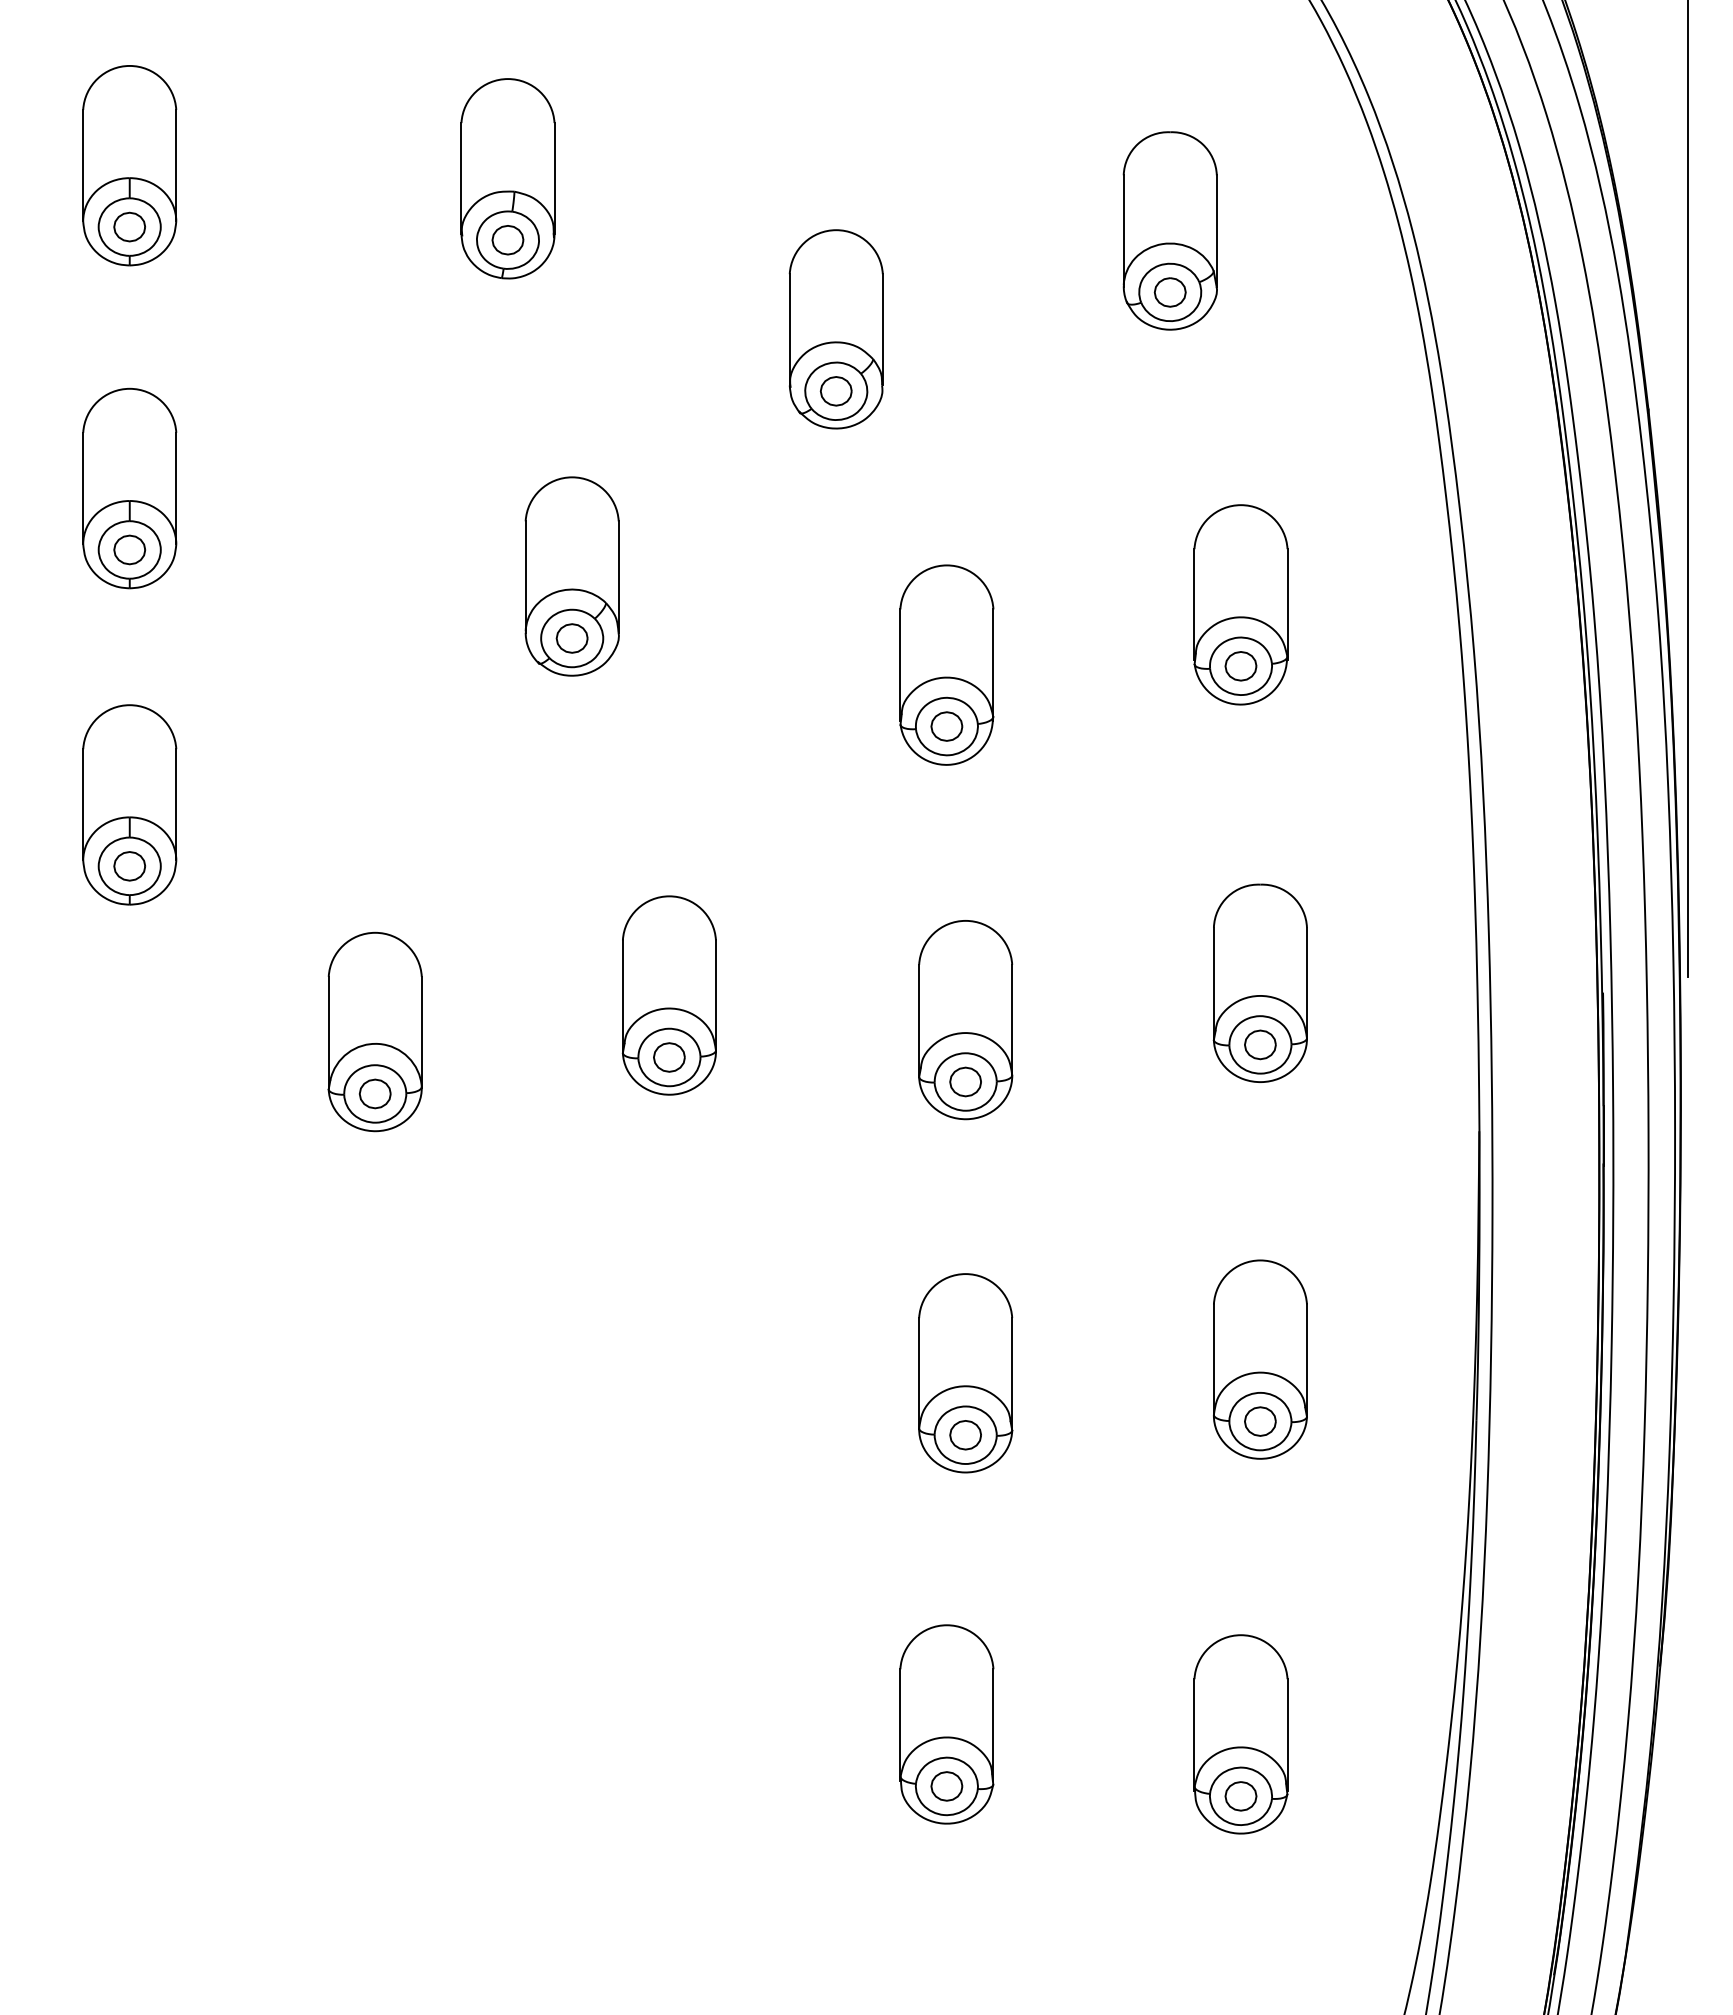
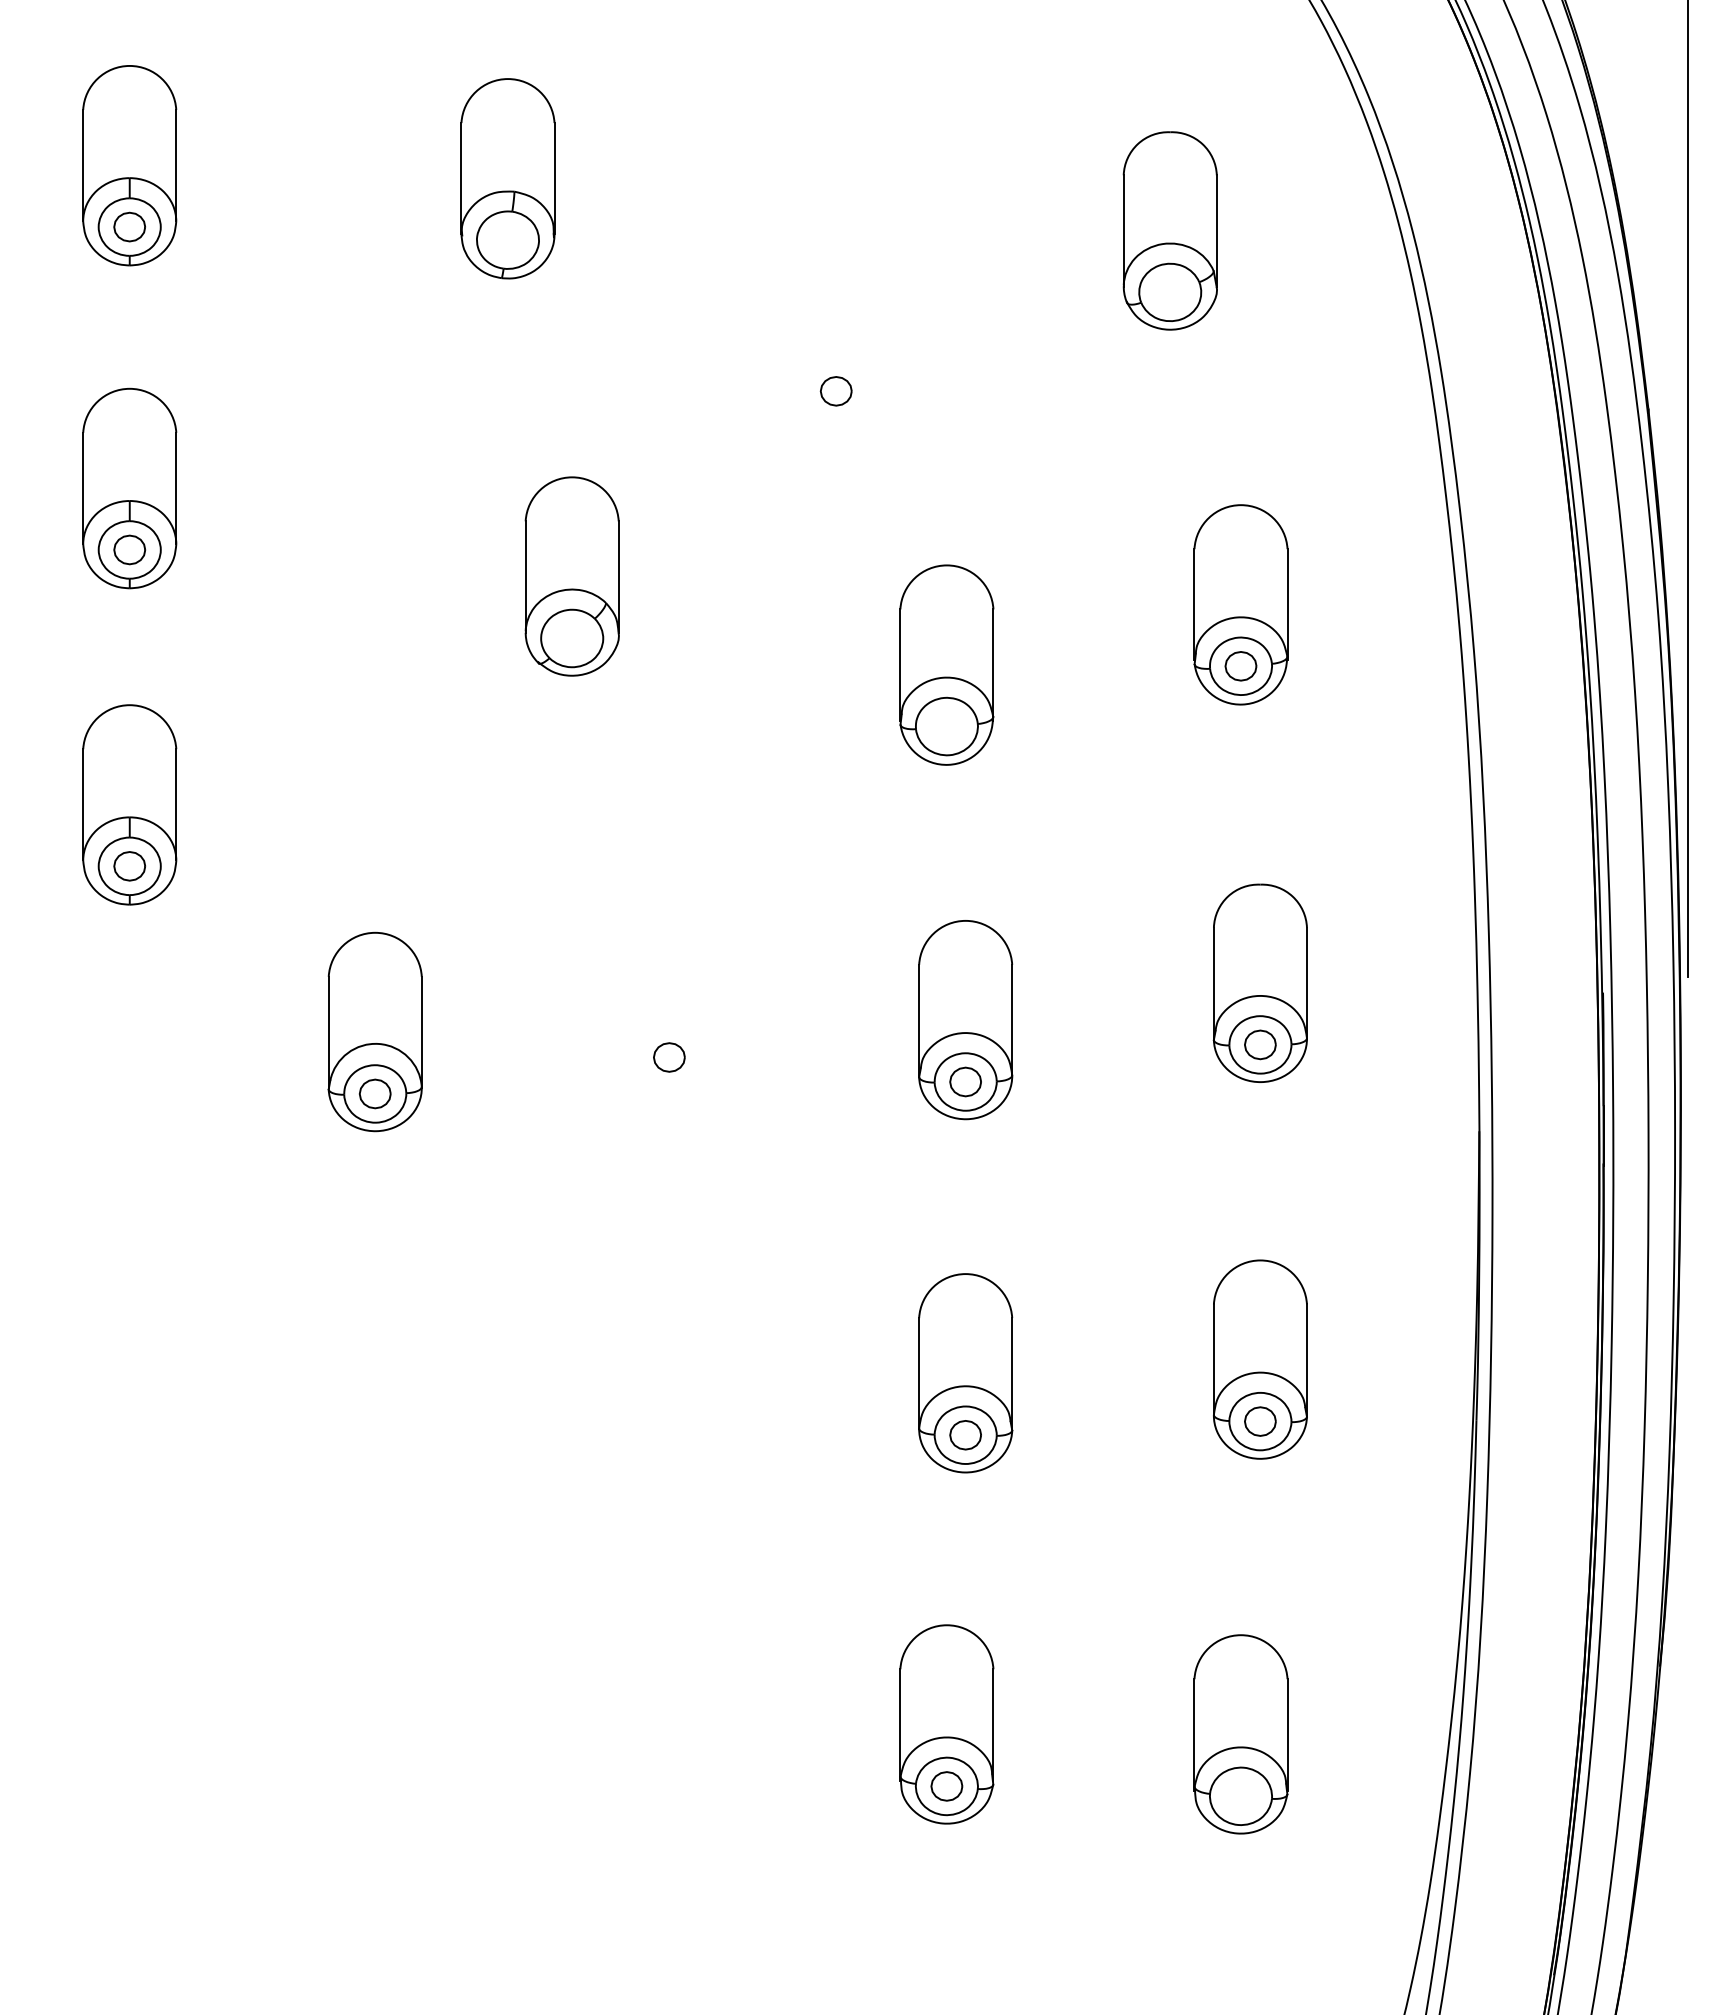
part at (507, 240): present -> none
part at (1169, 292): present -> none
part at (835, 329): present -> none
part at (571, 638): present -> none
part at (946, 726): present -> none
part at (668, 995): present -> none
part at (1240, 1796): present -> none
